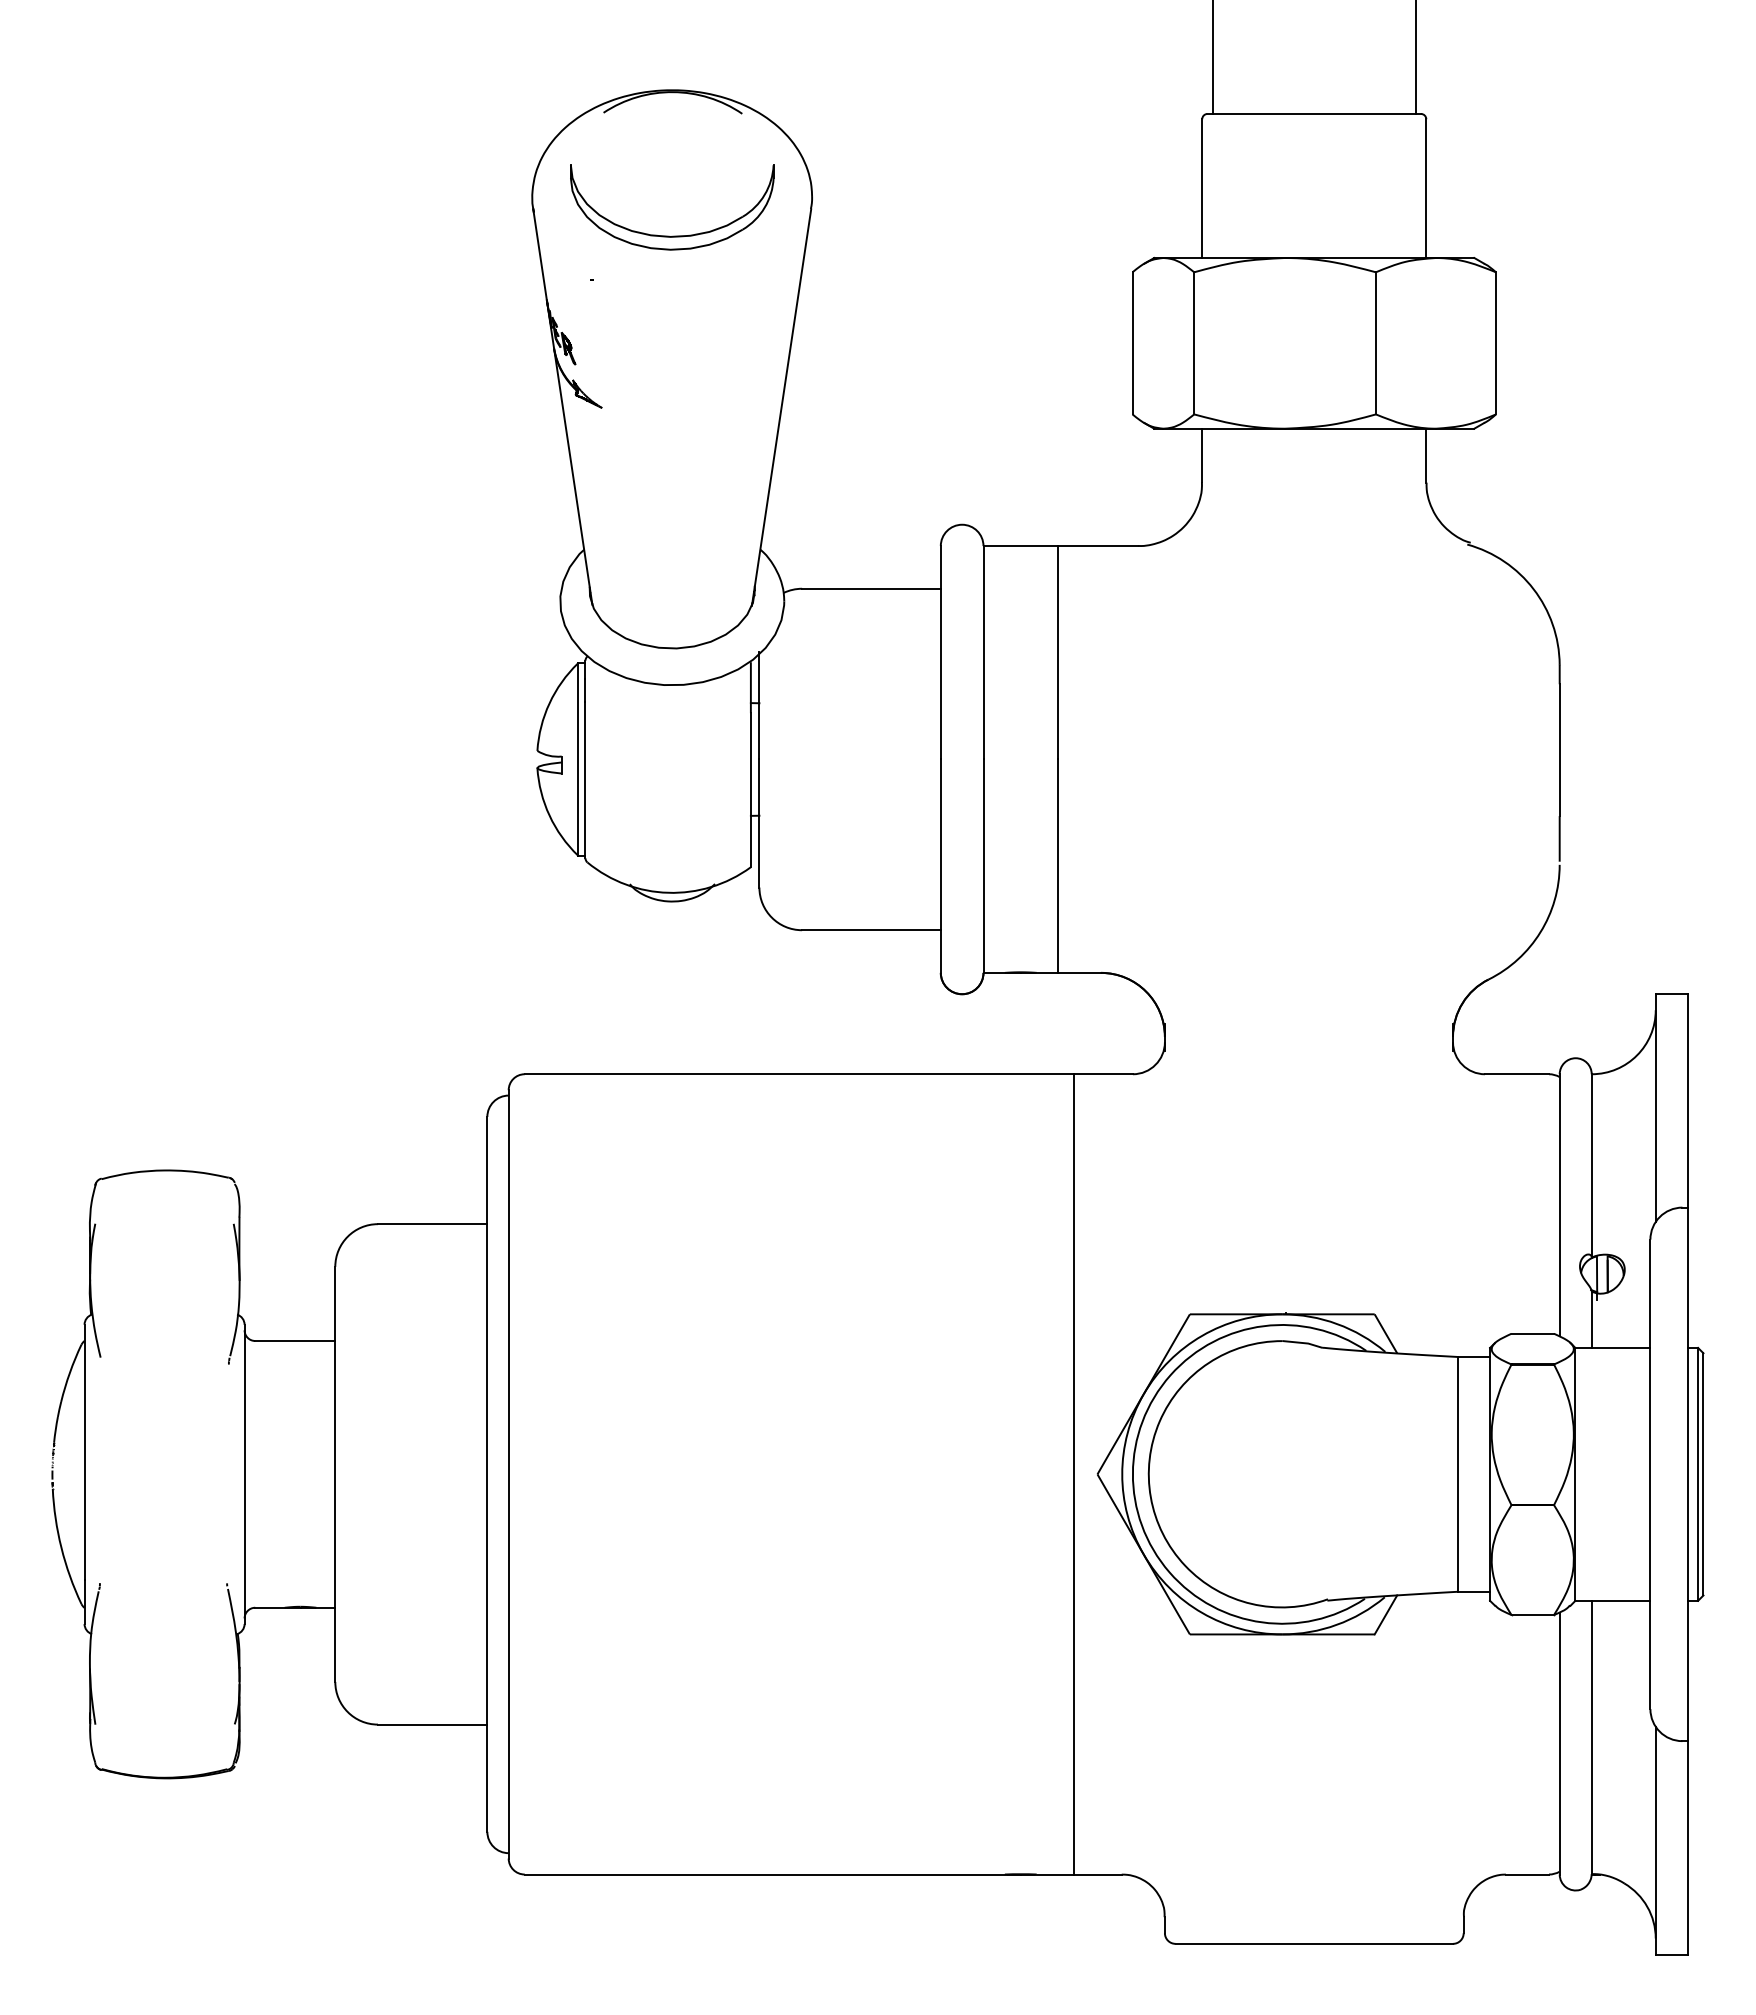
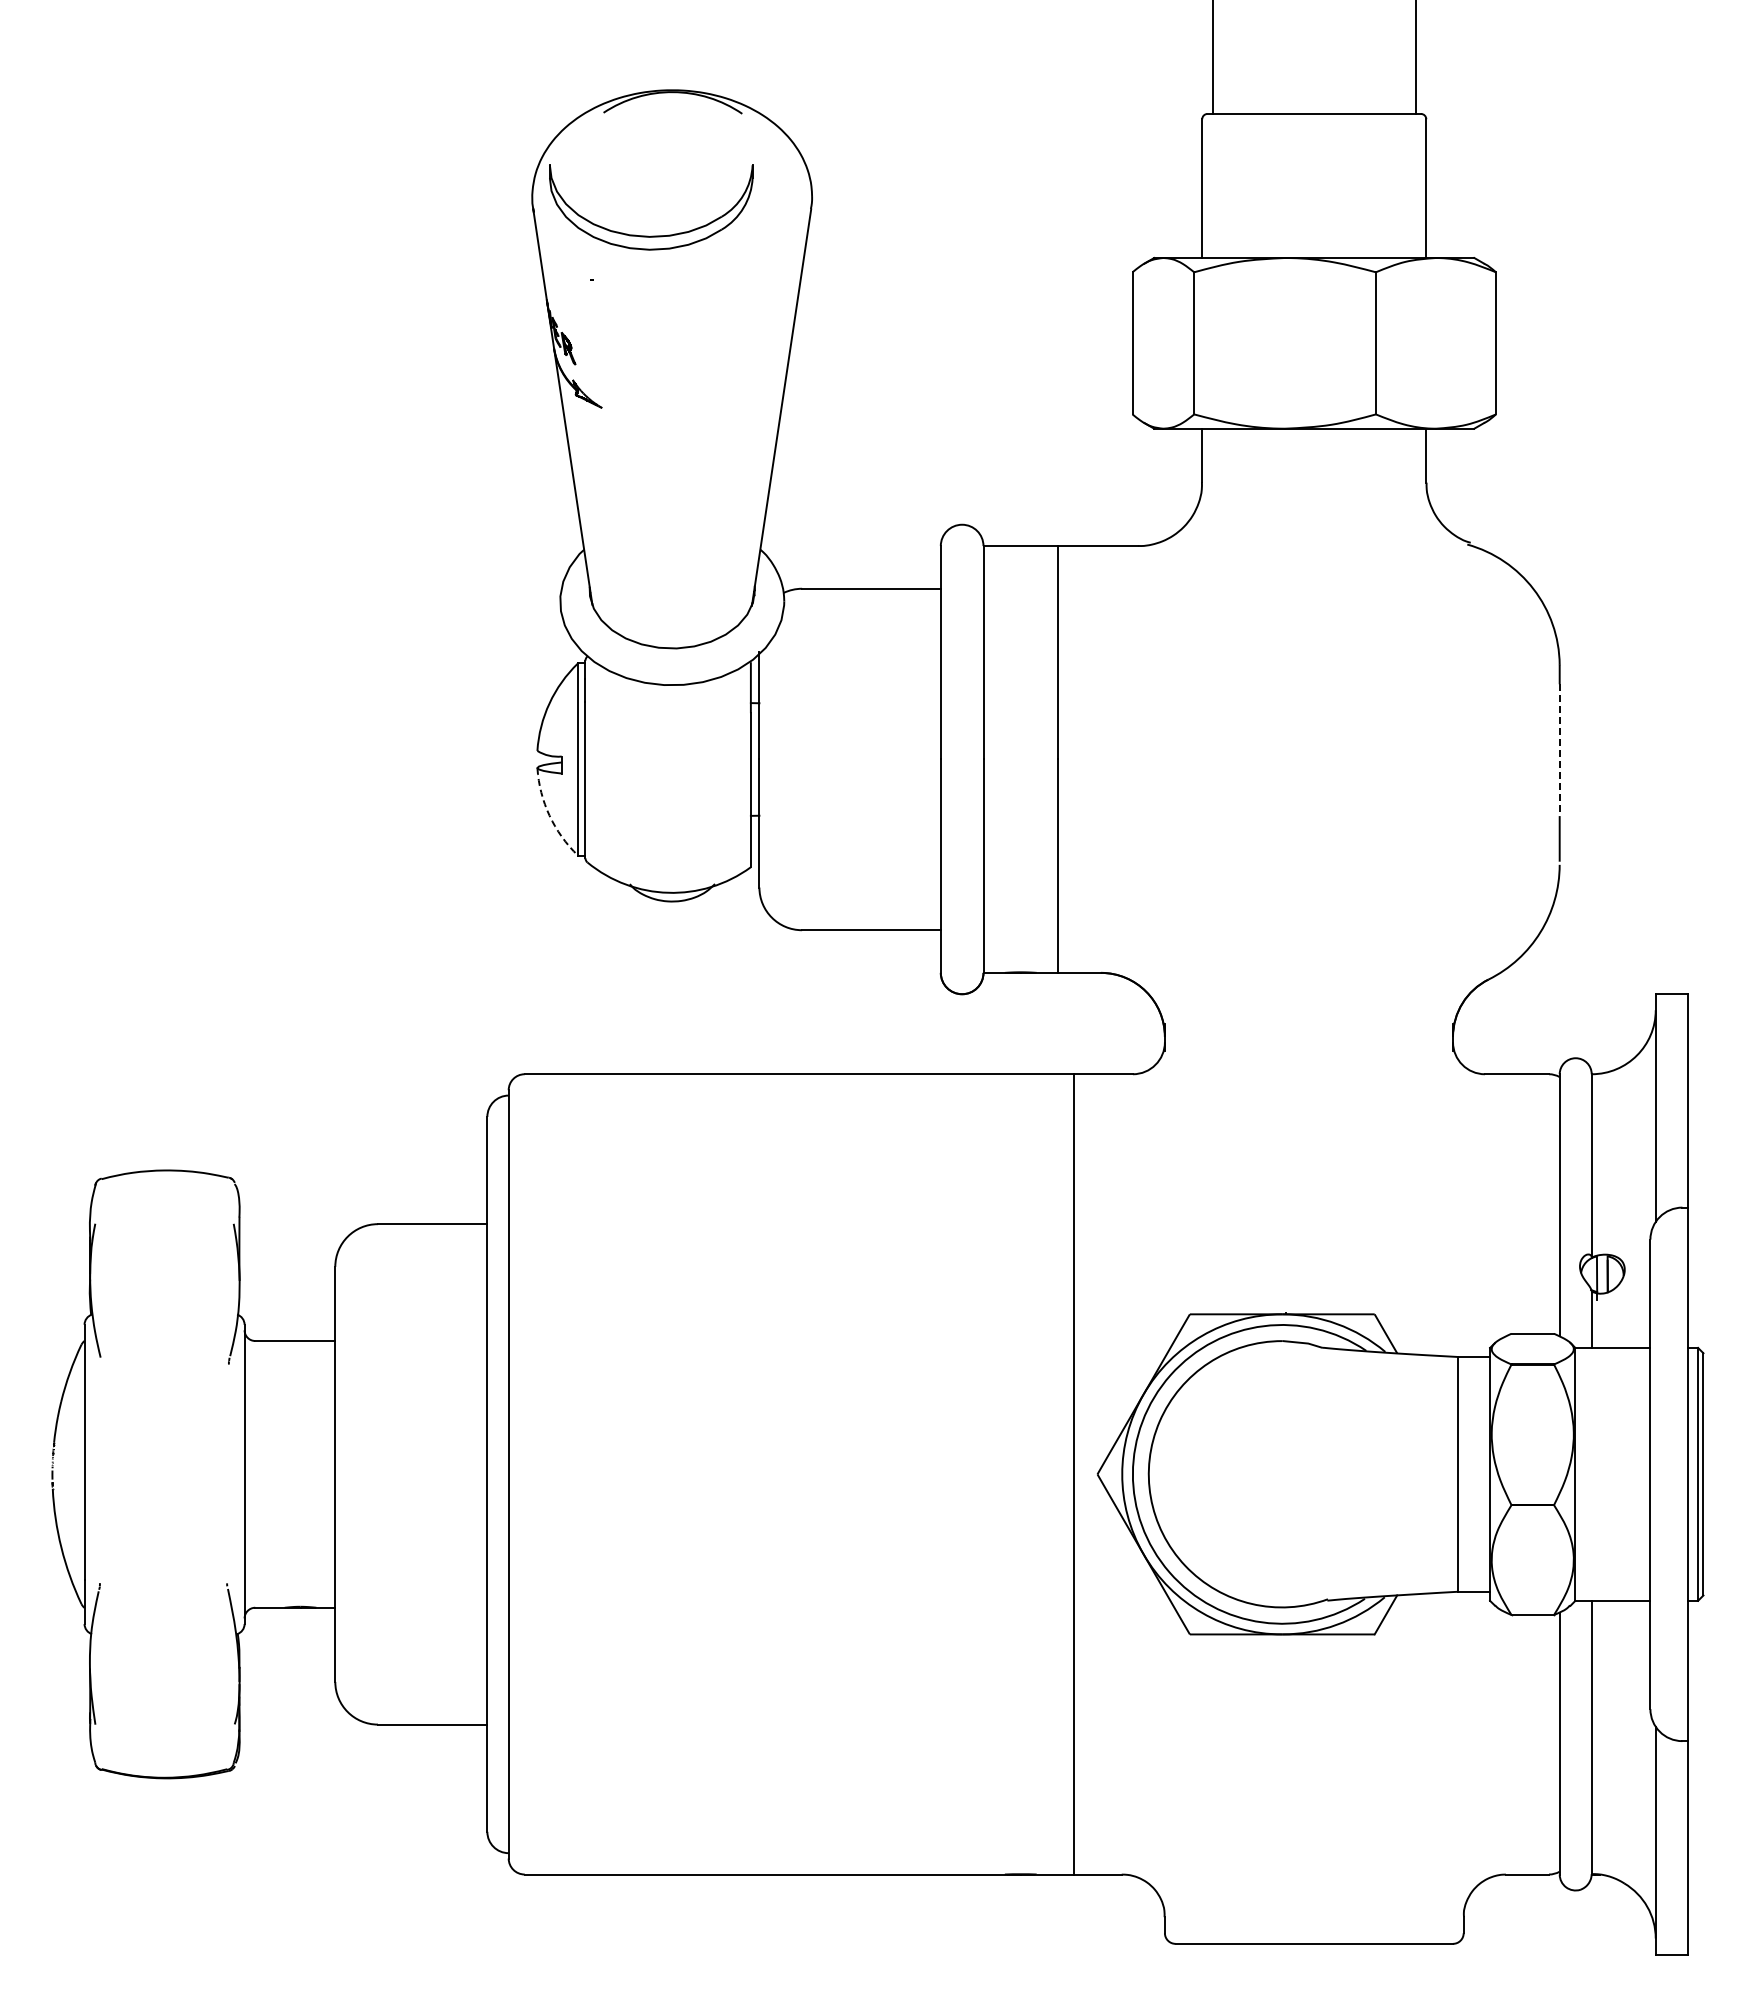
part at (672, 235) position: (672, 235) -> (651, 235)
line at (1559, 750): solid -> dashed
arc at (549, 815): solid -> dashed
